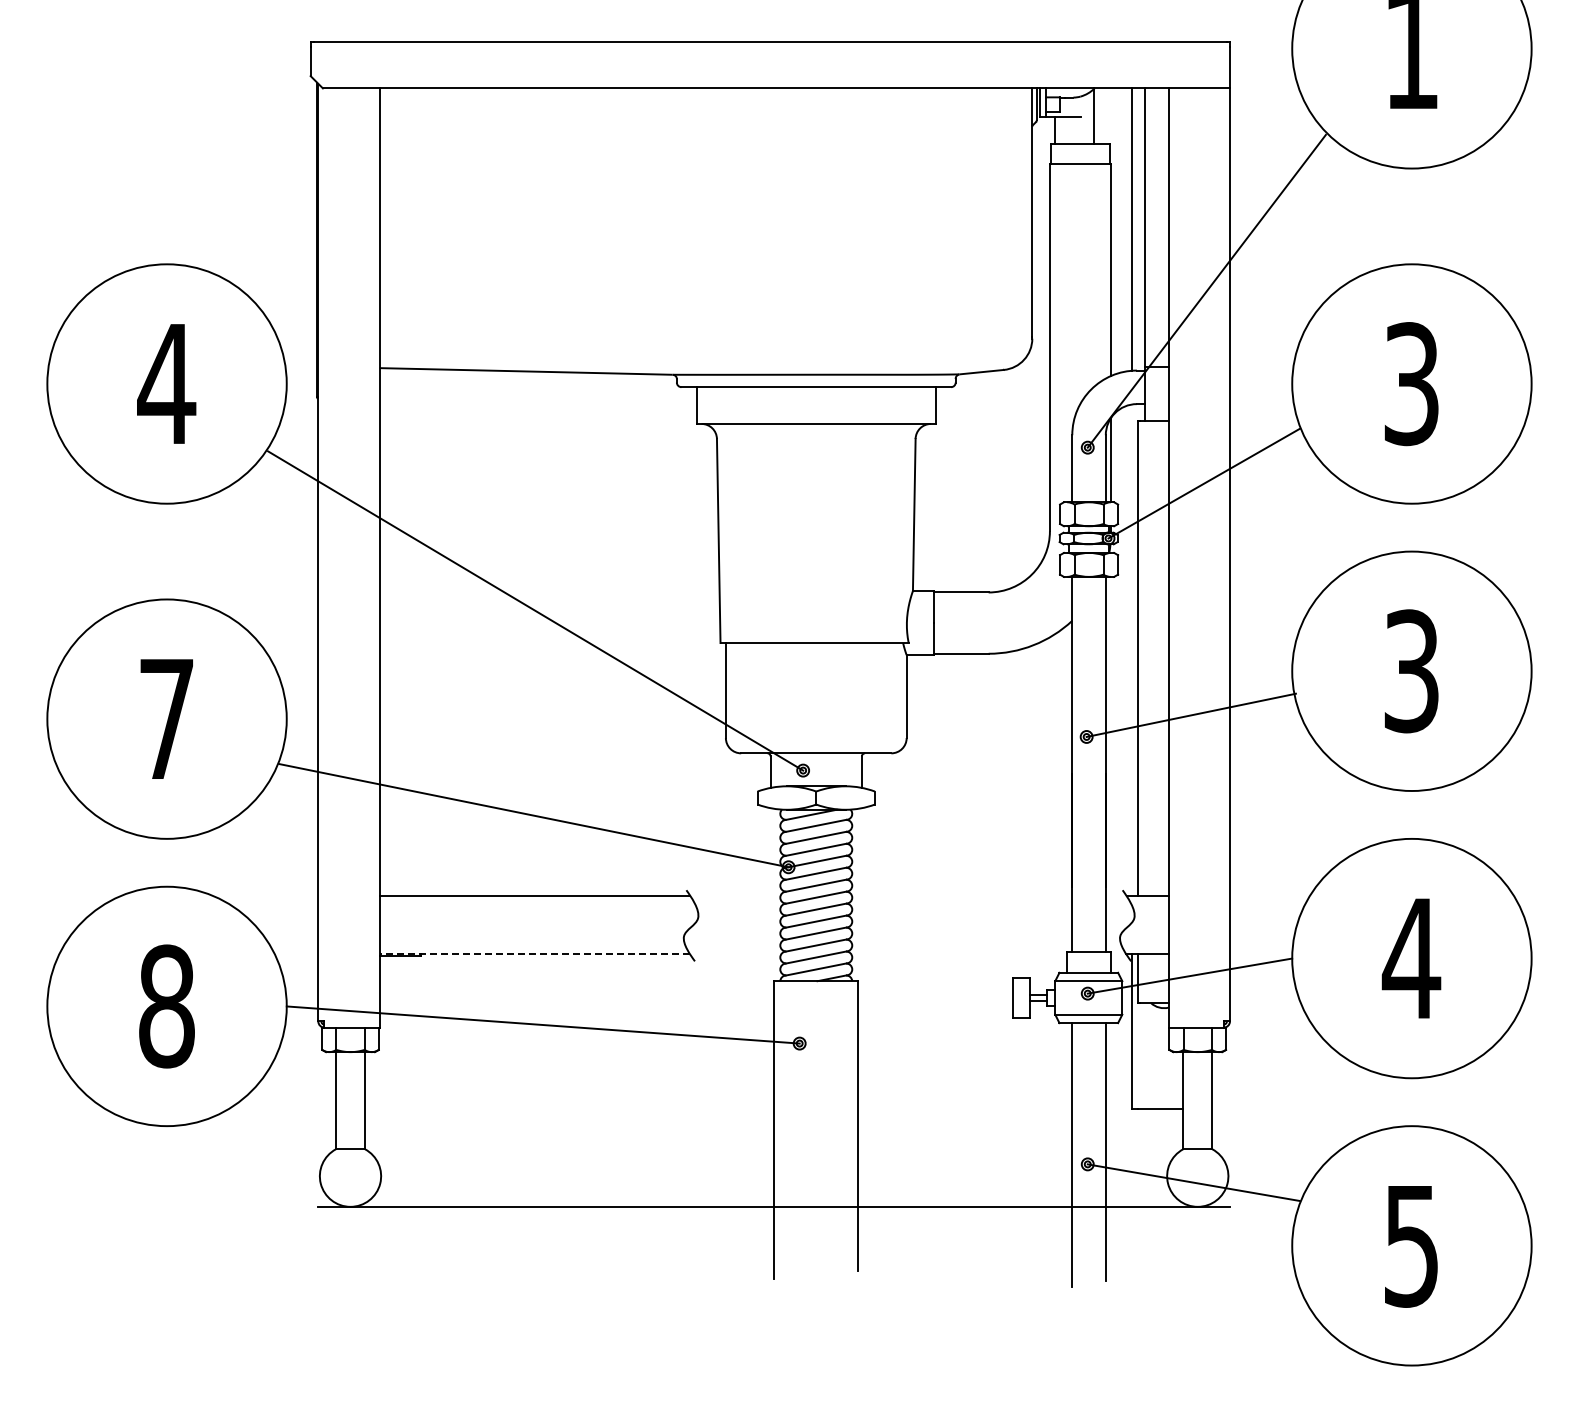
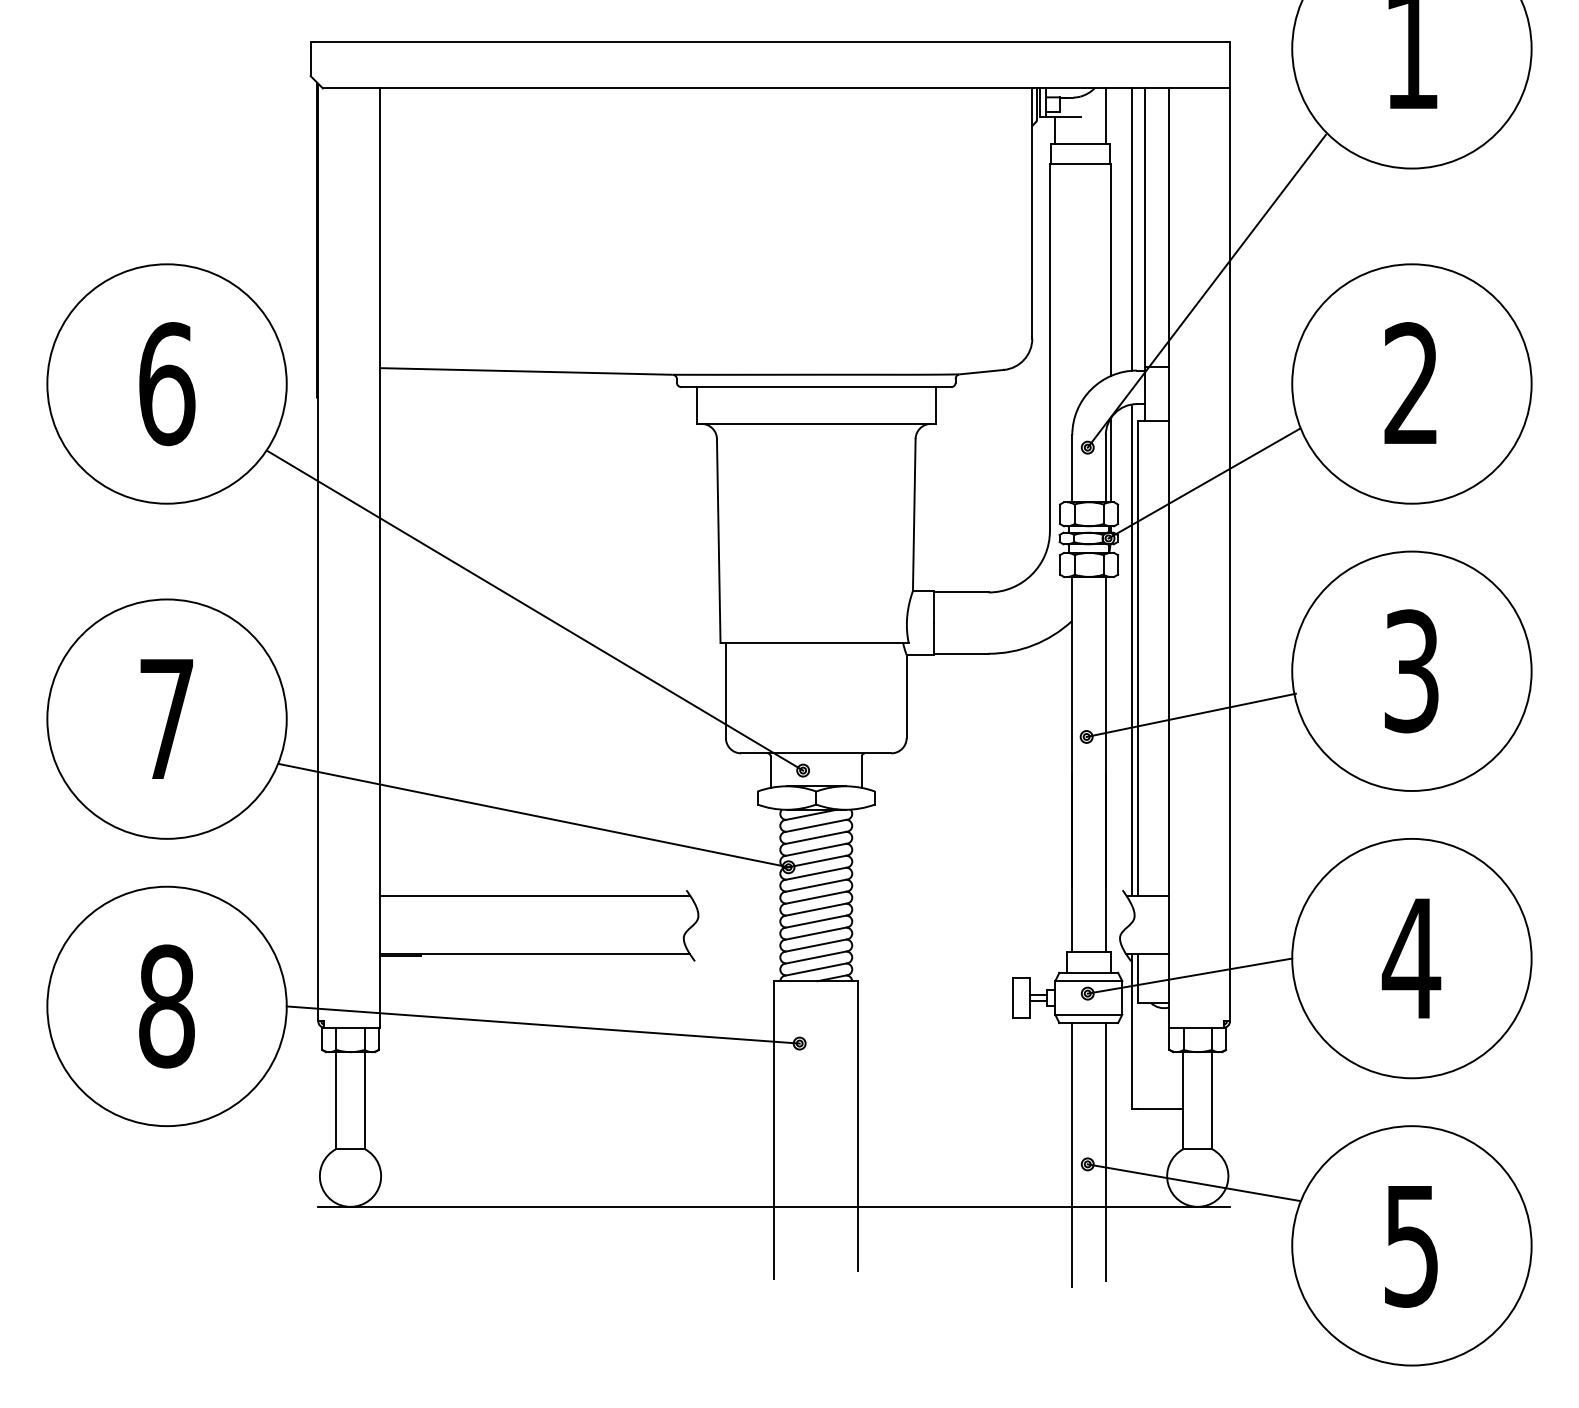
line at (1093, 116) position: (1093, 116) -> (1105, 116)
text at (166, 384): 4 -> 6
text at (1411, 384): 3 -> 2
line at (1131, 649): none -> present
line at (534, 954): dashed -> solid
